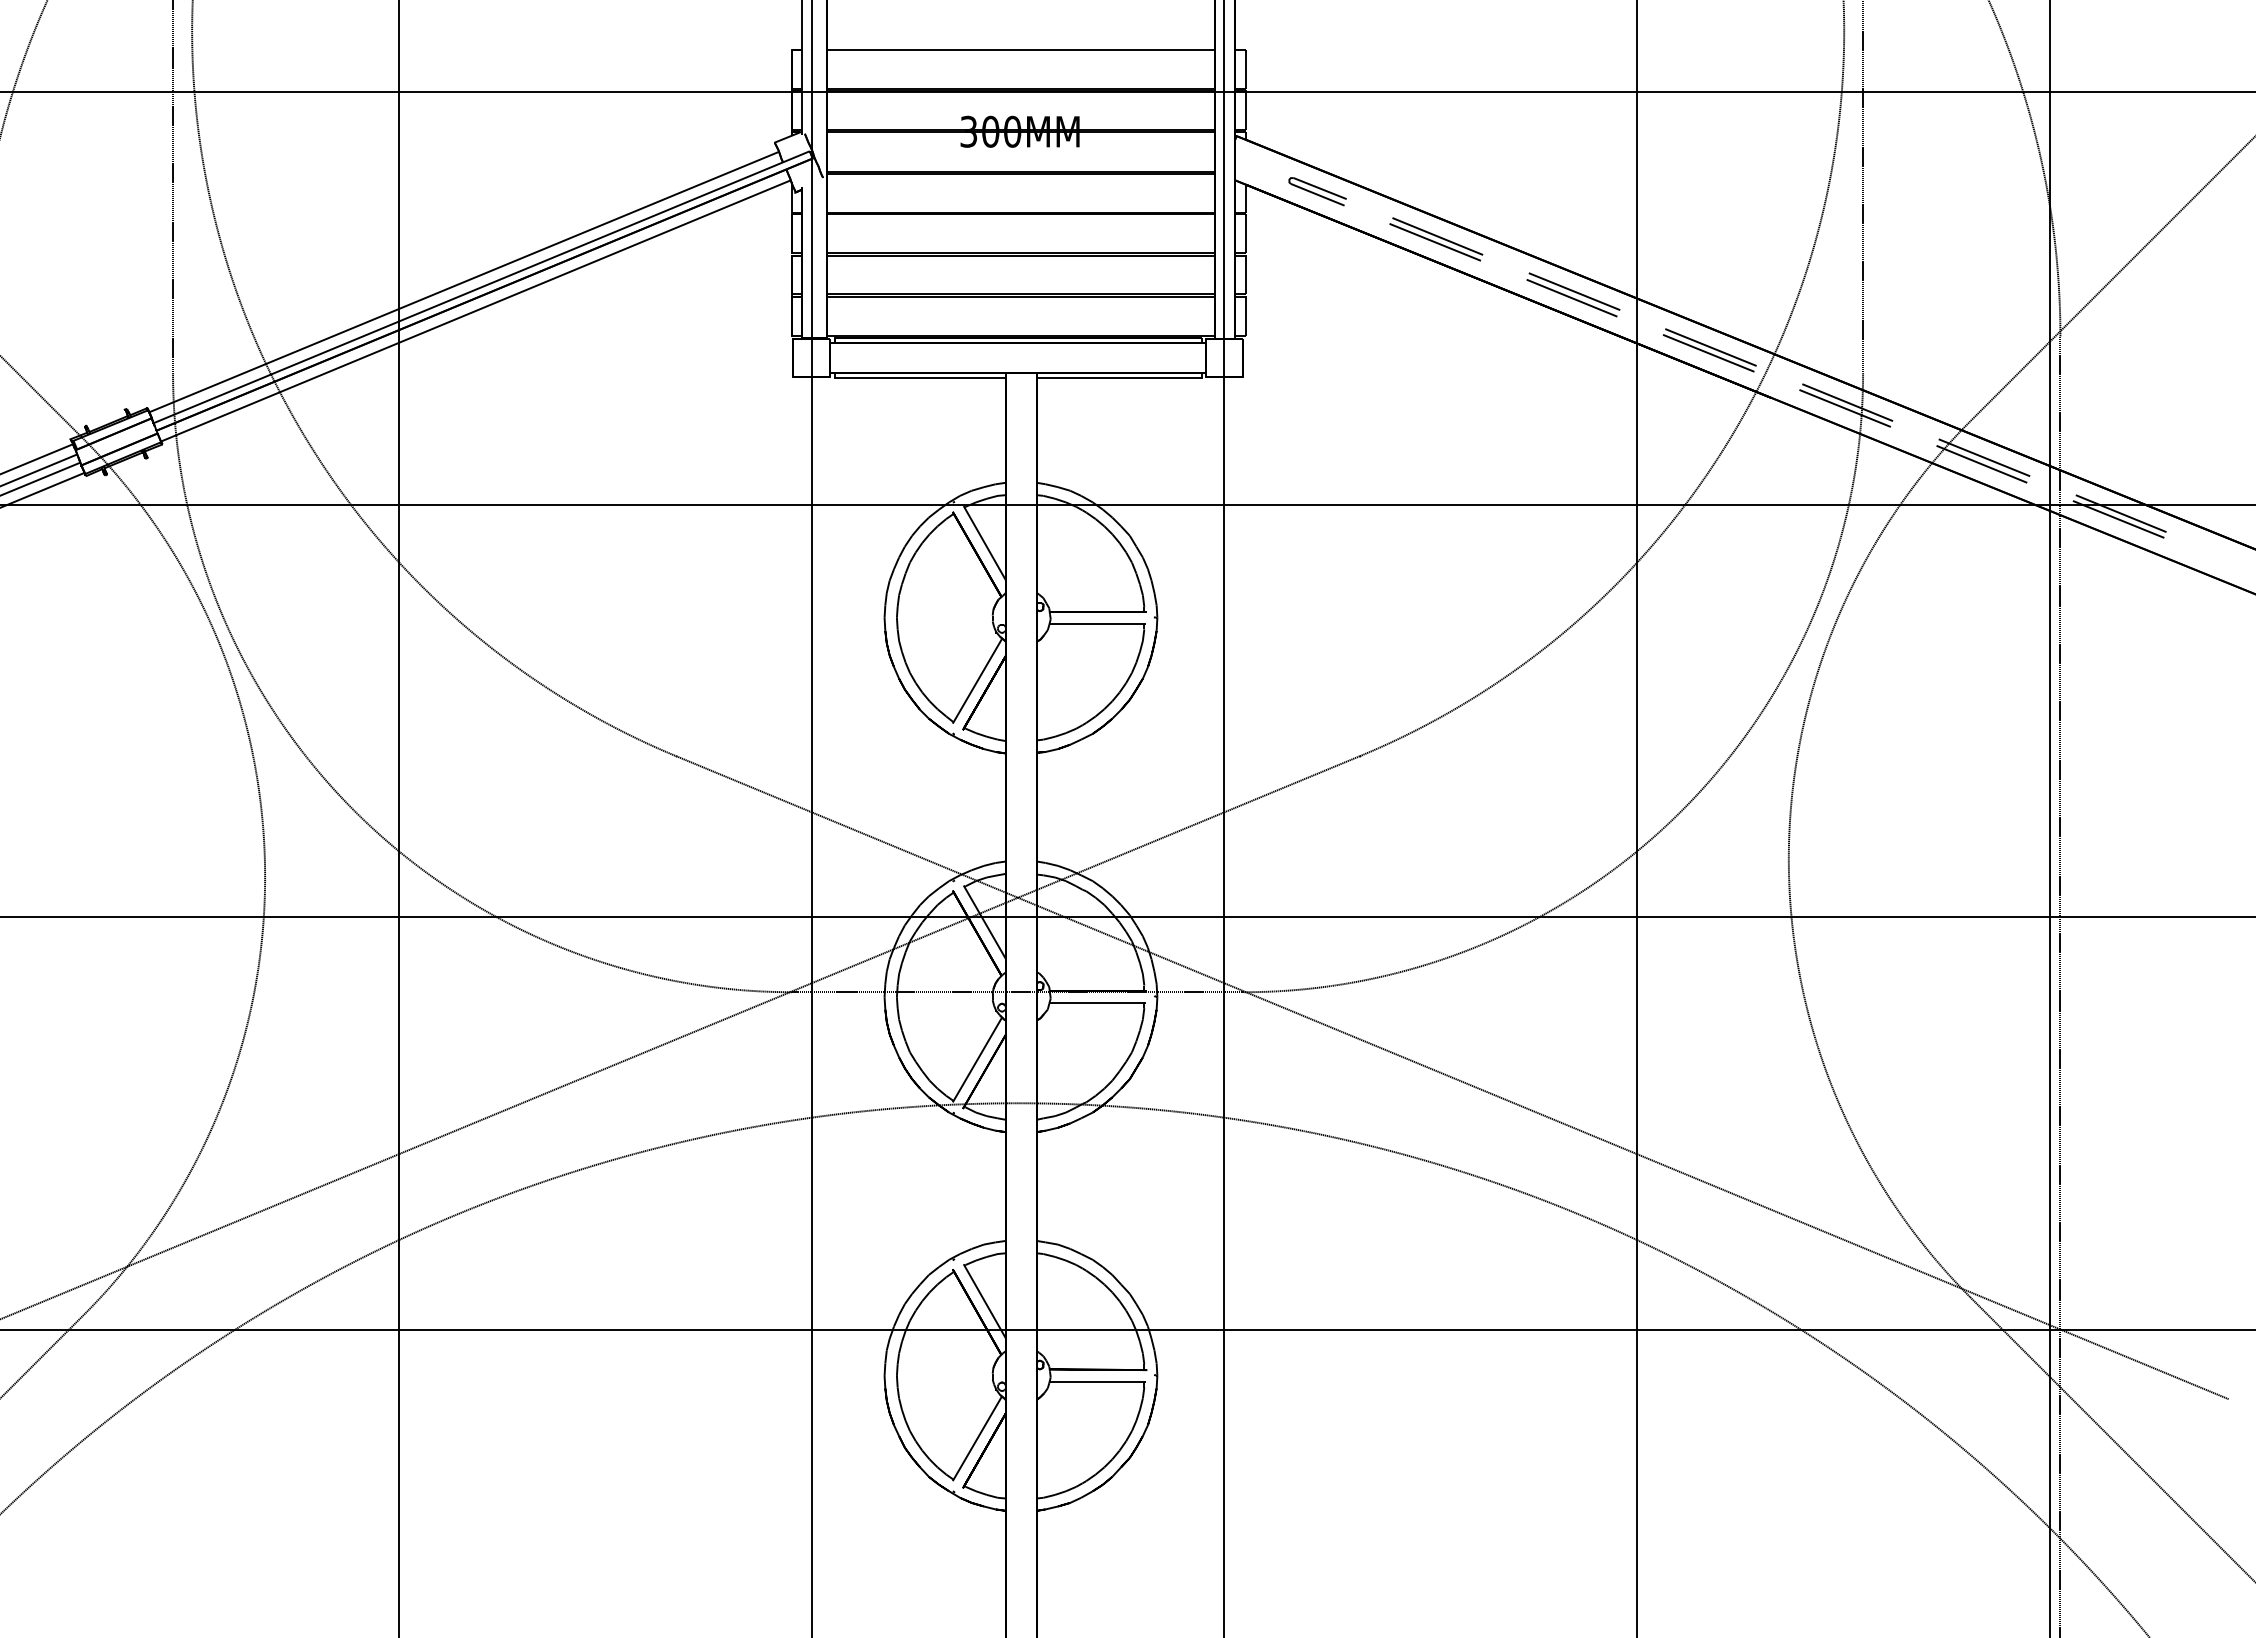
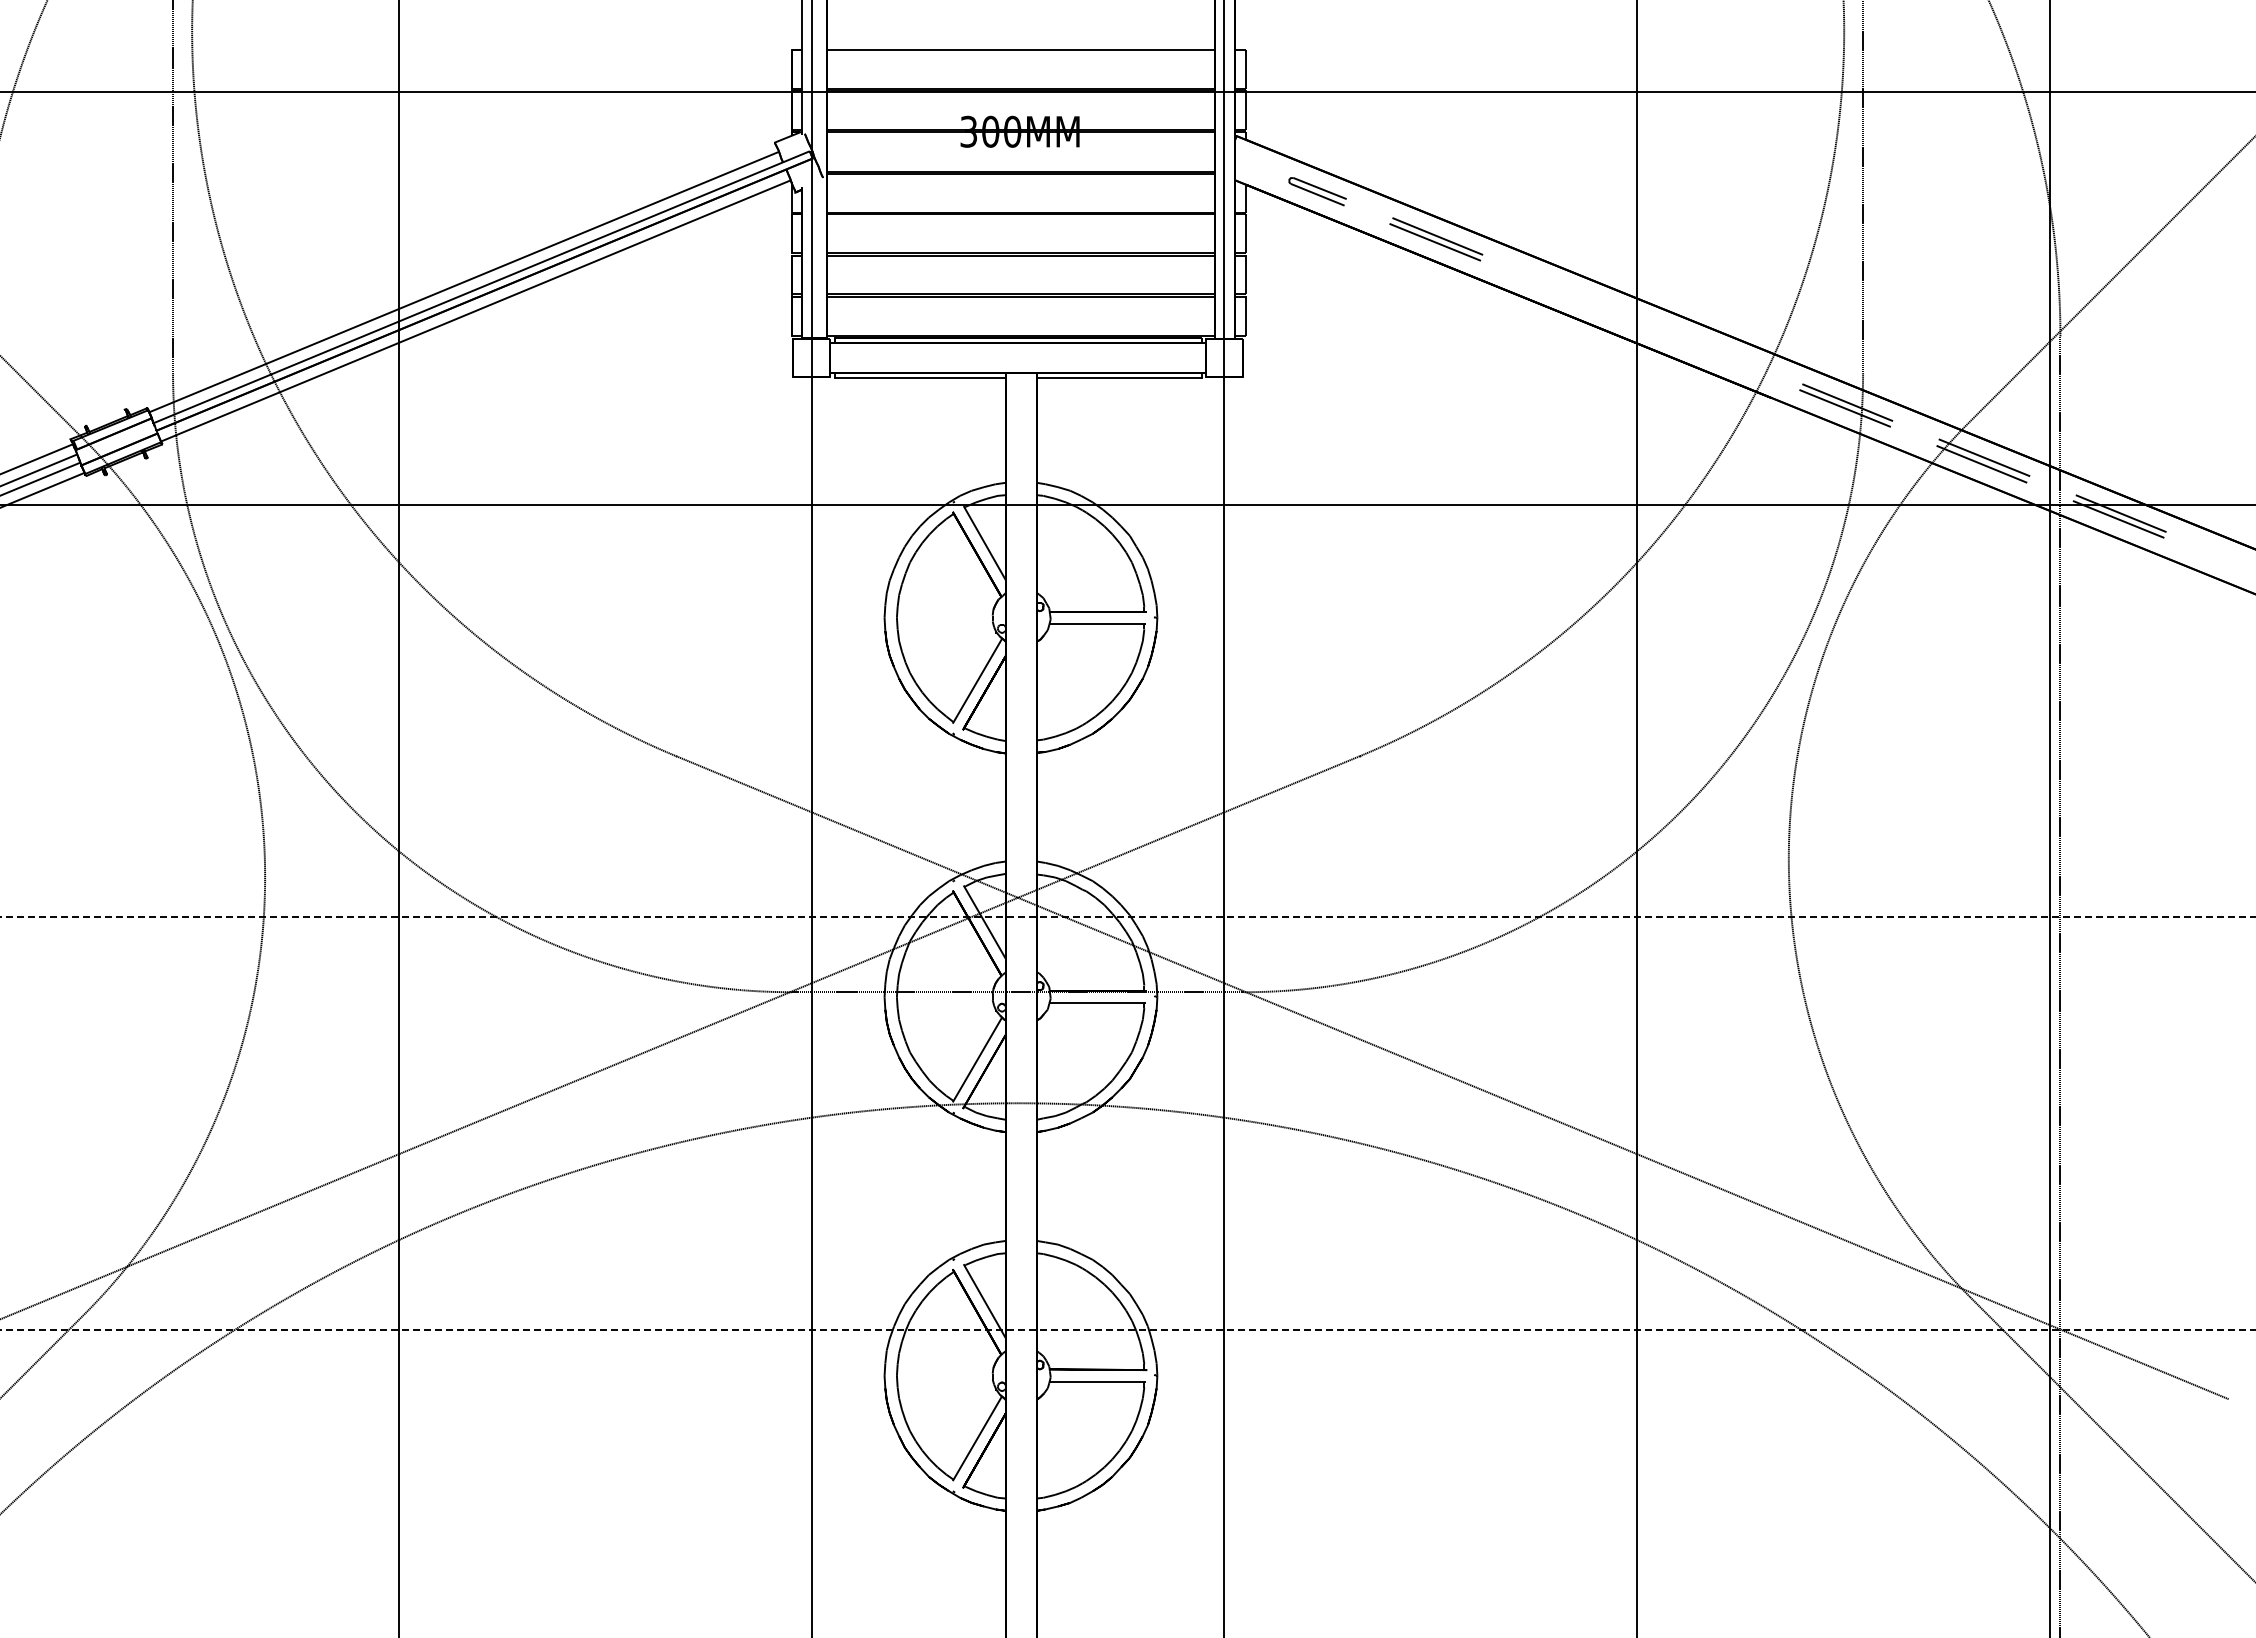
part at (1573, 294): present -> none
part at (1709, 350): present -> none
line at (1128, 917): solid -> dashed
line at (1128, 1330): solid -> dashed
